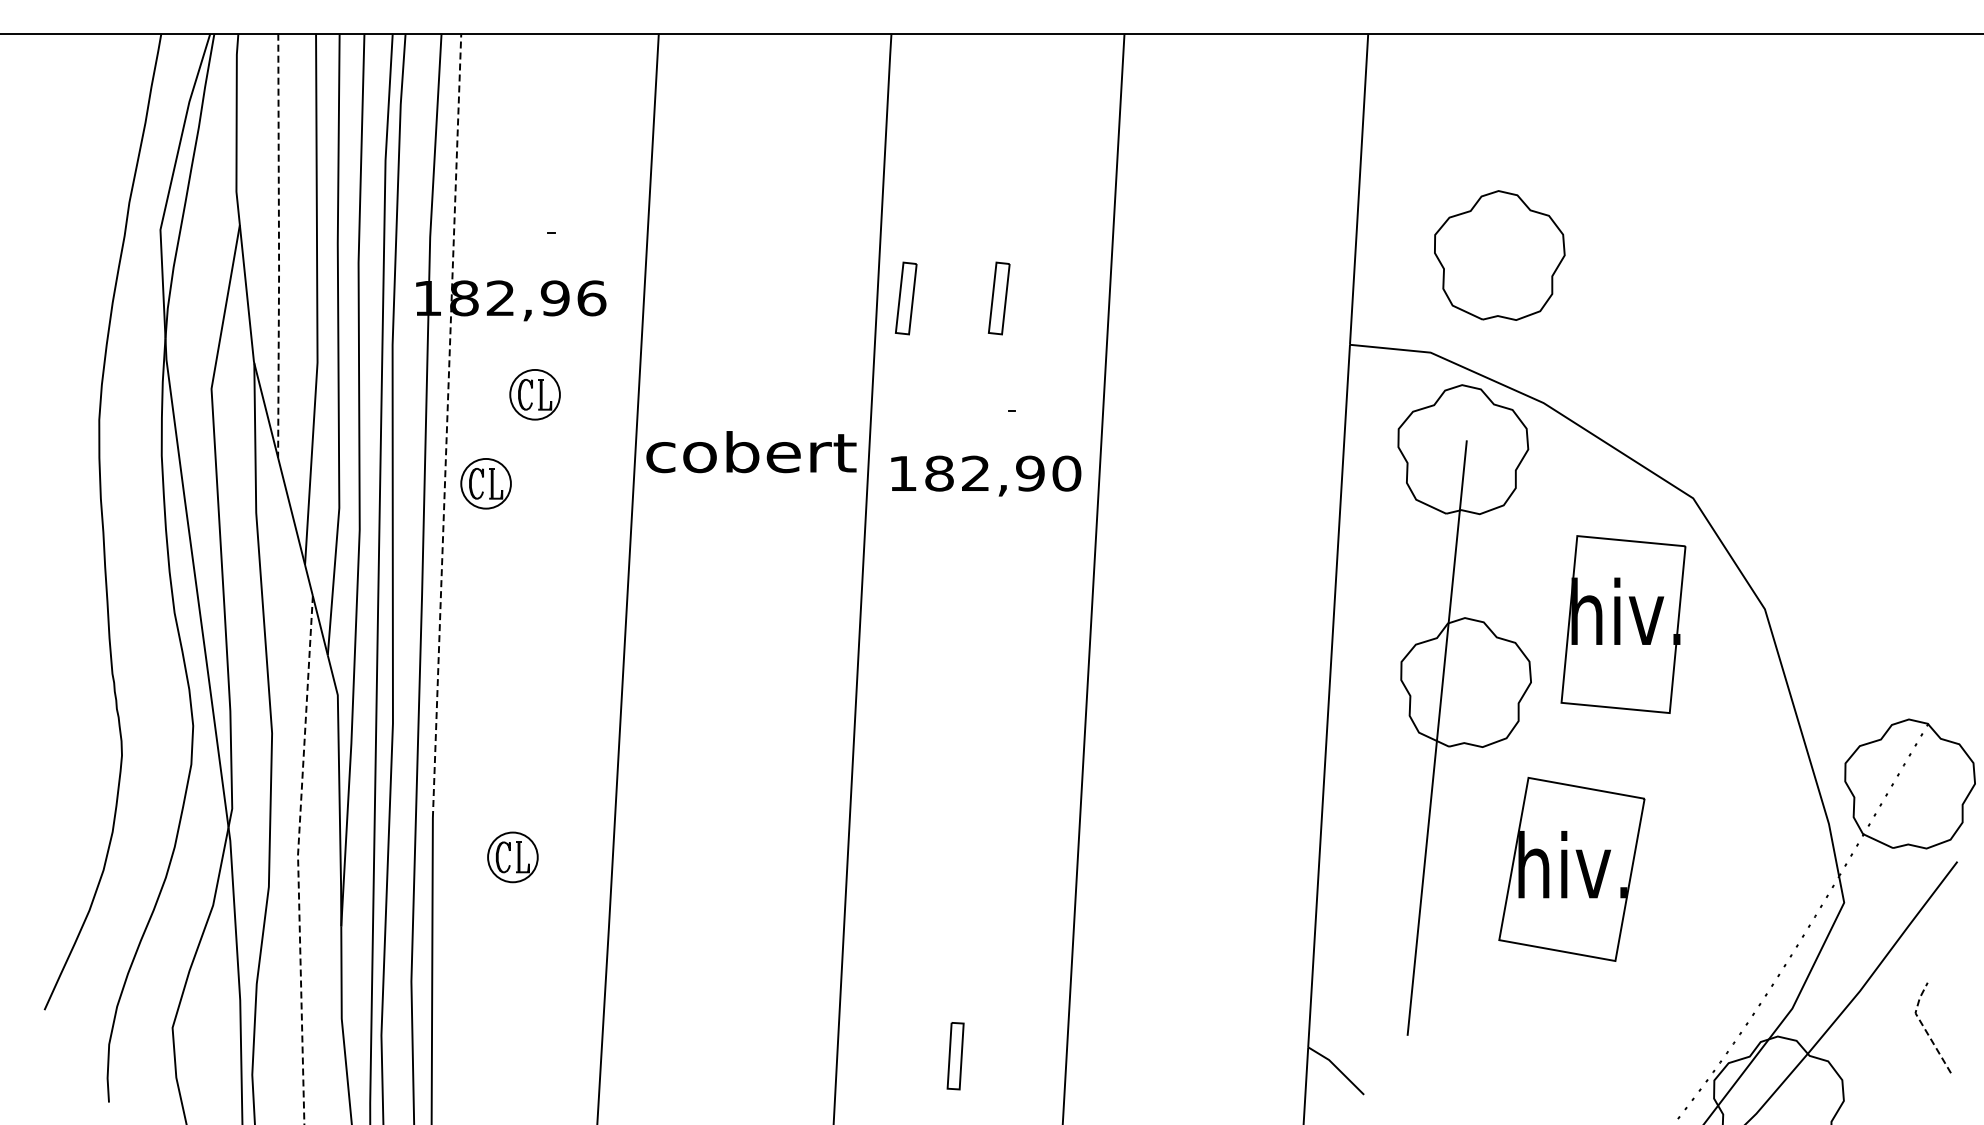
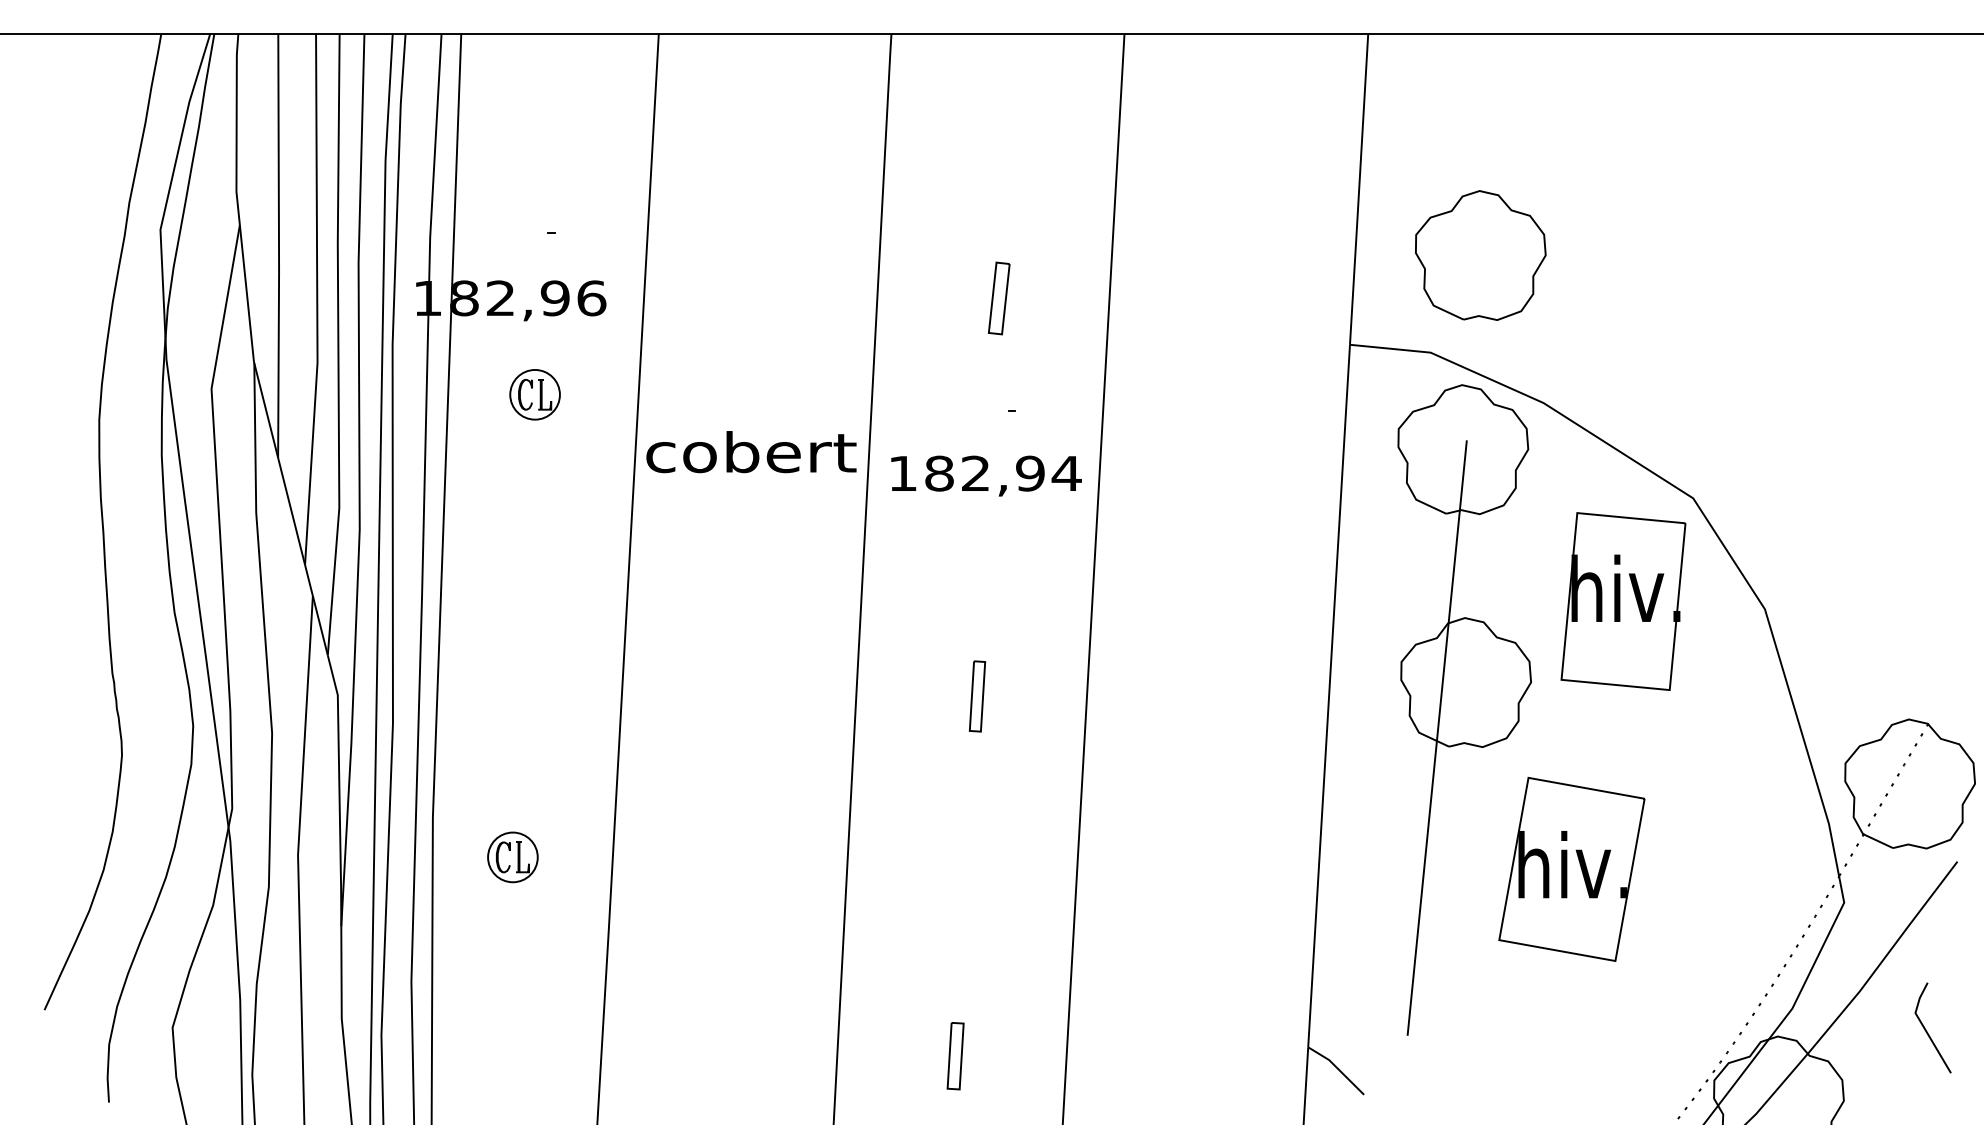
line at (279, 246): dashed -> solid
part at (1499, 255) position: (1499, 255) -> (1480, 255)
part at (905, 298): present -> none
line at (447, 425): dashed -> solid
text at (1066, 473): 182,90 -> 182,94
part at (485, 483): present -> none
part at (1623, 624) position: (1623, 624) -> (1623, 601)
part at (977, 696): none -> present
line at (298, 860): dashed -> solid
line at (1924, 1027): dashed -> solid
